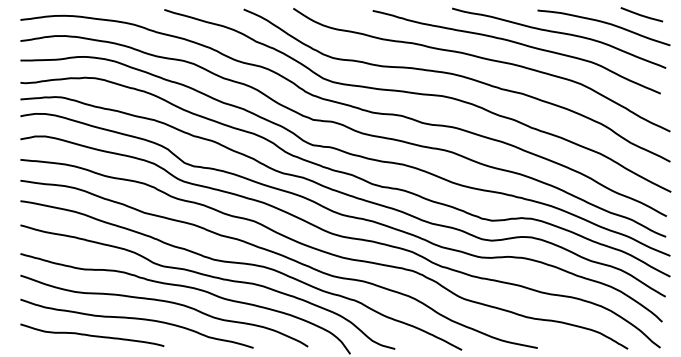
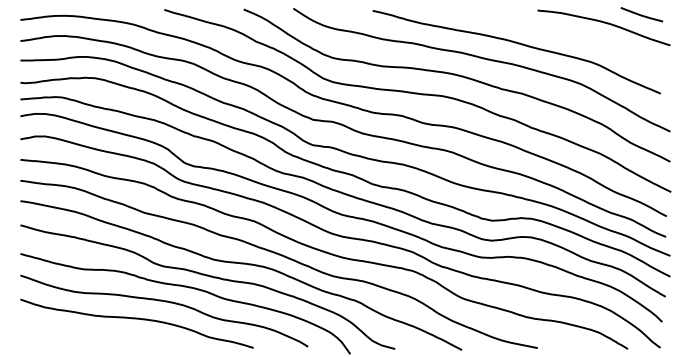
curve at (559, 33): present -> none
curve at (91, 334): present -> none
